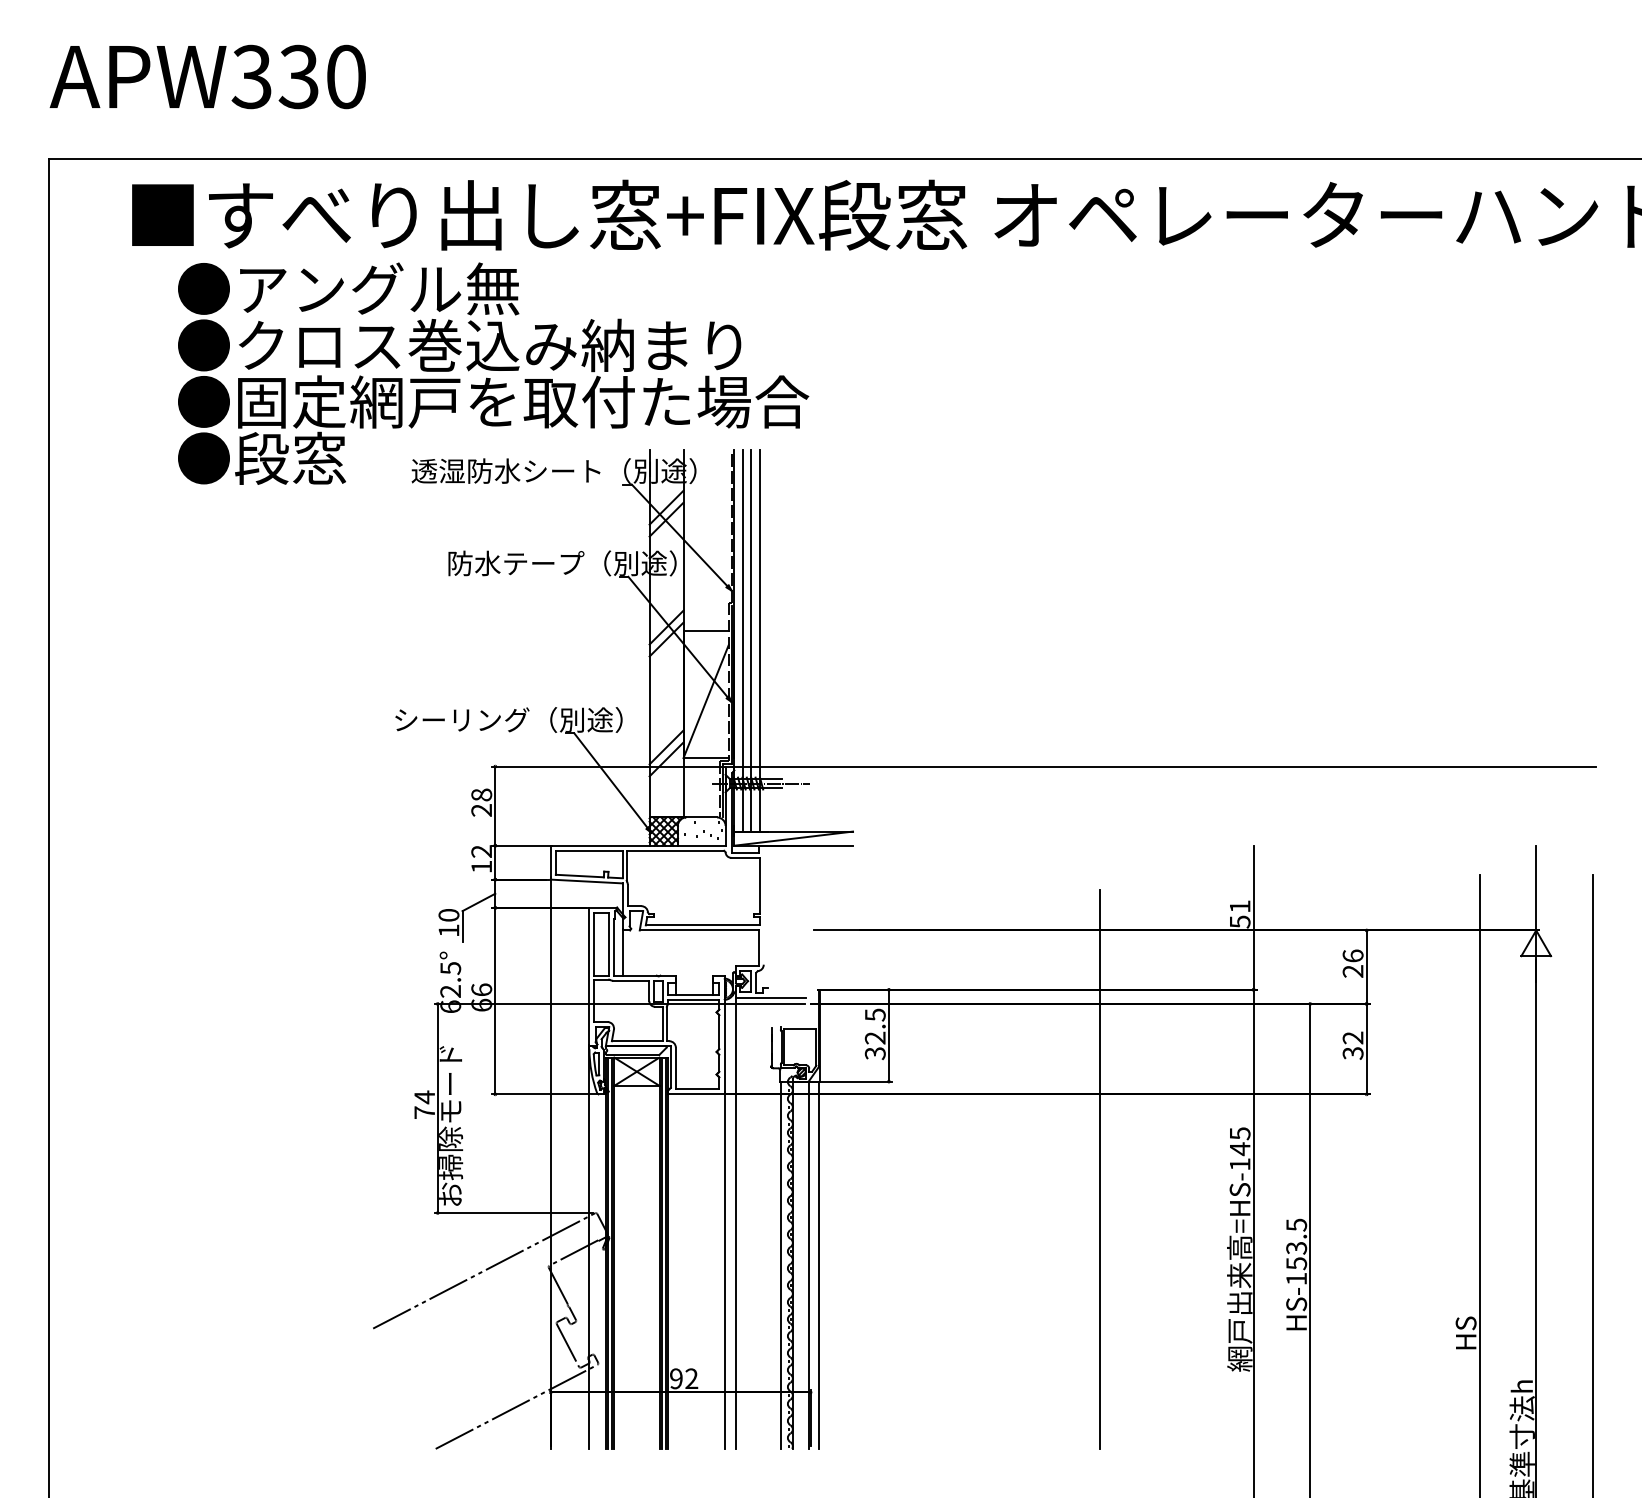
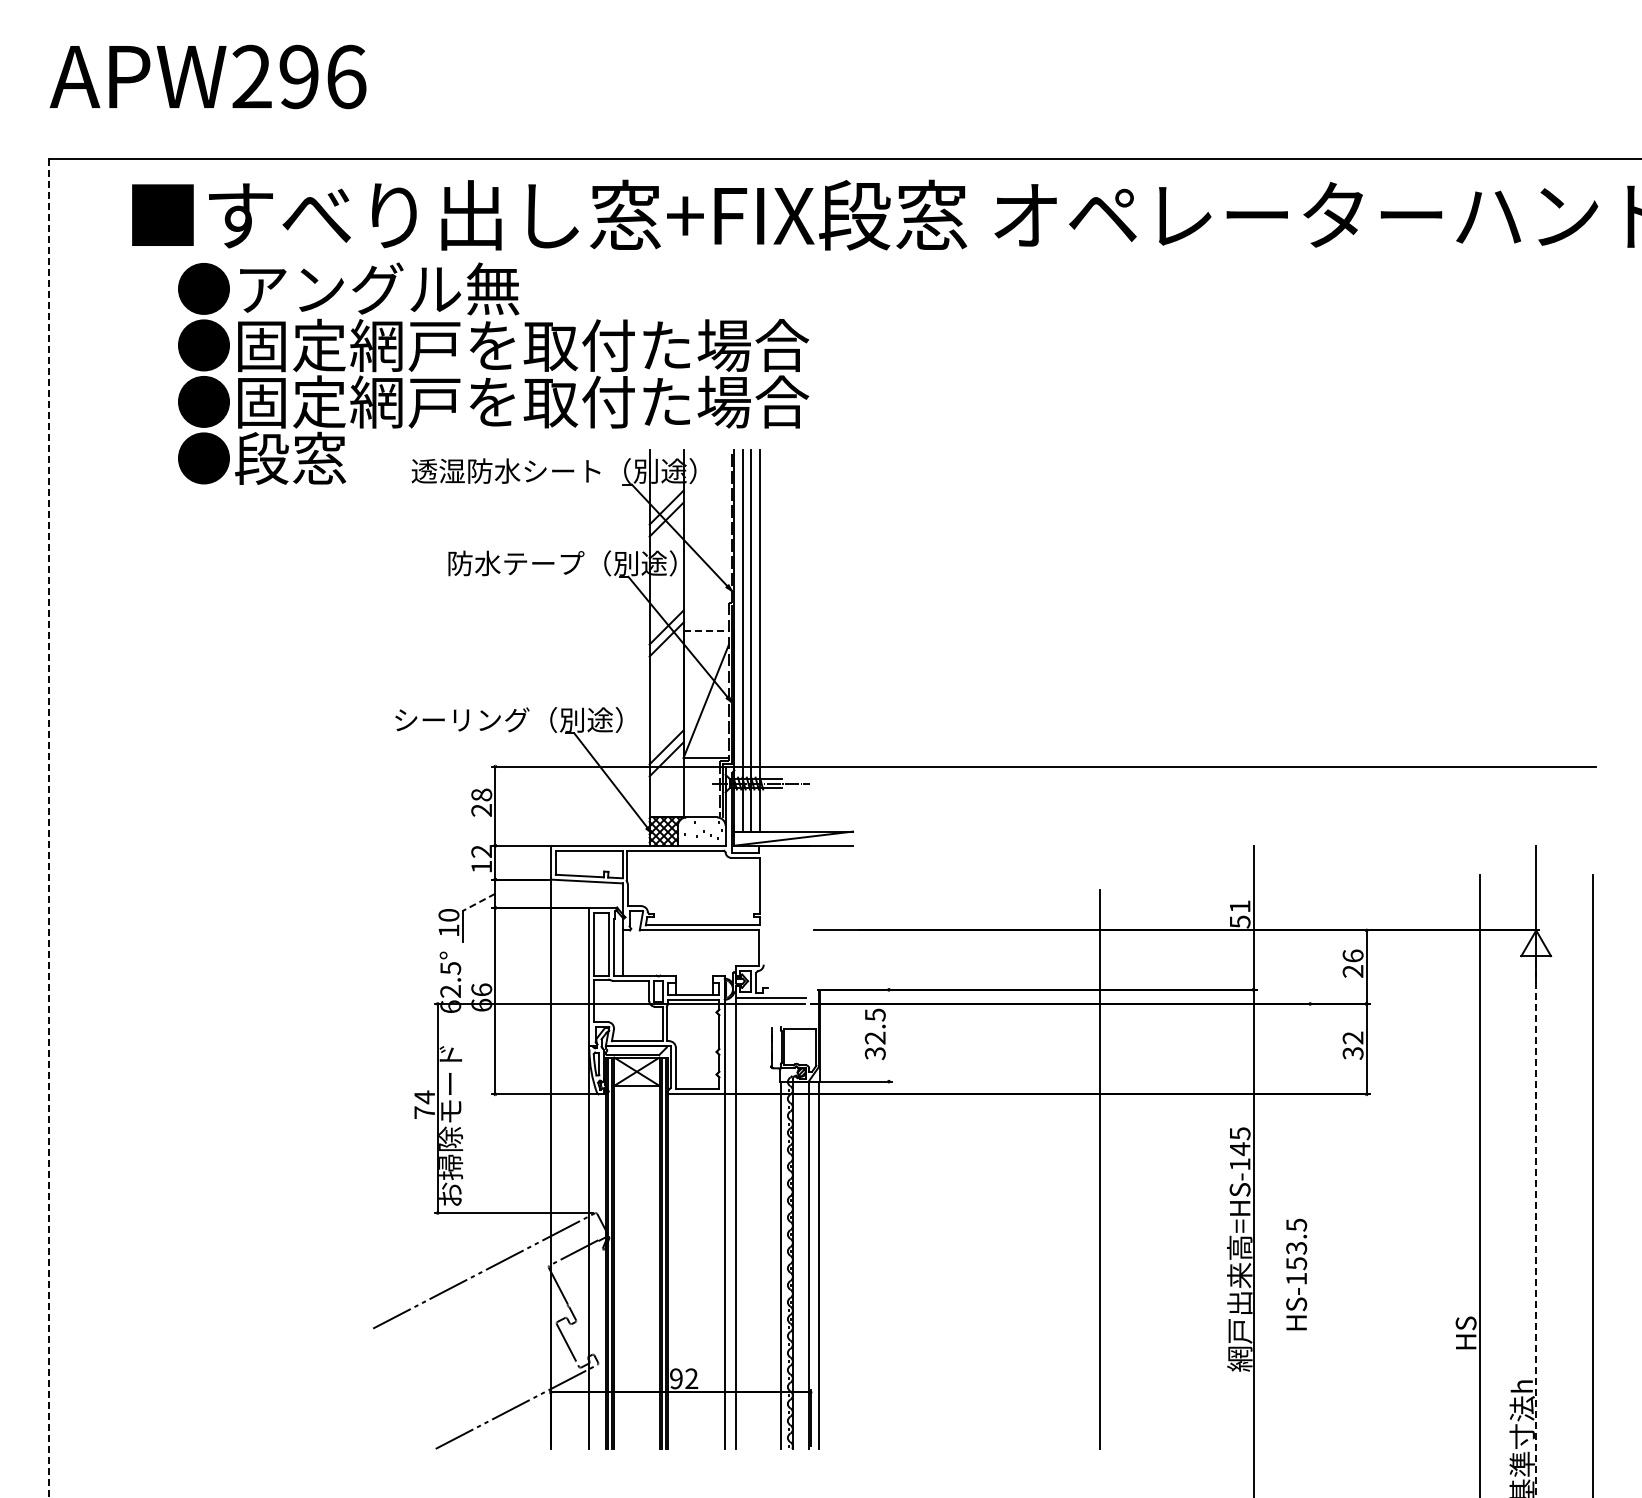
text at (298, 76): APW330 -> APW296
text at (523, 345): ●クロス巻込み納まり -> ●固定網戸を取付た場合
line at (706, 631): solid -> dashed
line at (49, 827): solid -> dashed
line at (478, 902): solid -> dashed
line at (888, 1035): present -> none
line at (1536, 1229): solid -> dashed
line at (1310, 1248): present -> none
